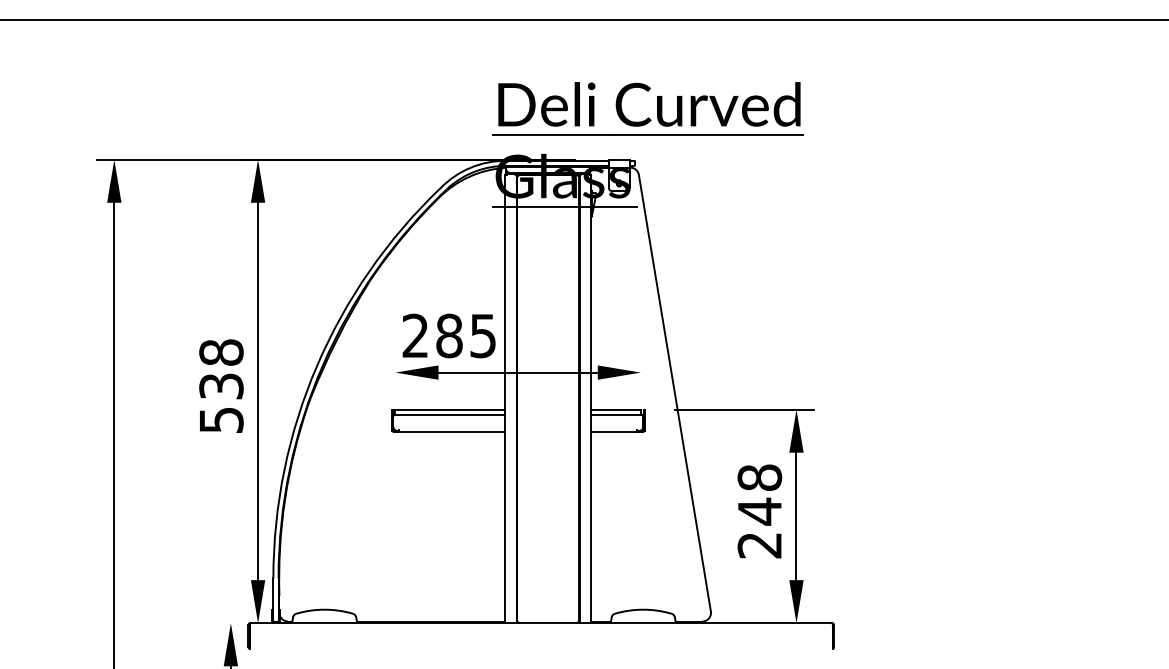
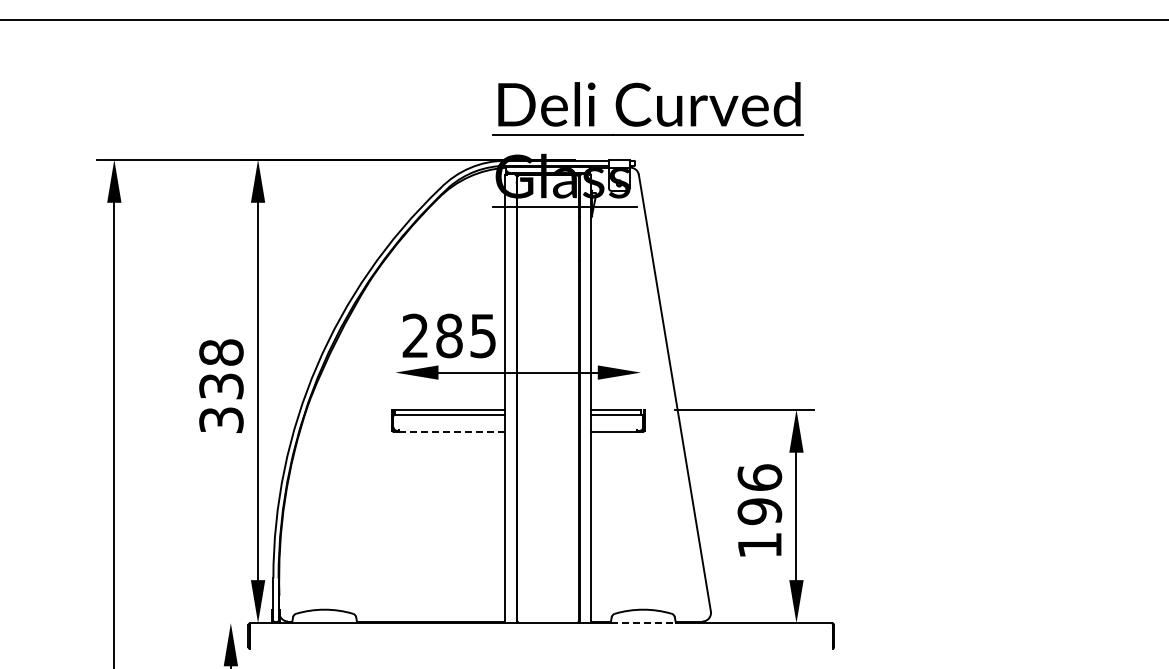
text at (221, 419): 538 -> 338
line at (452, 432): solid -> dashed
text at (759, 511): 248 -> 196
line at (643, 623): solid -> dashed
